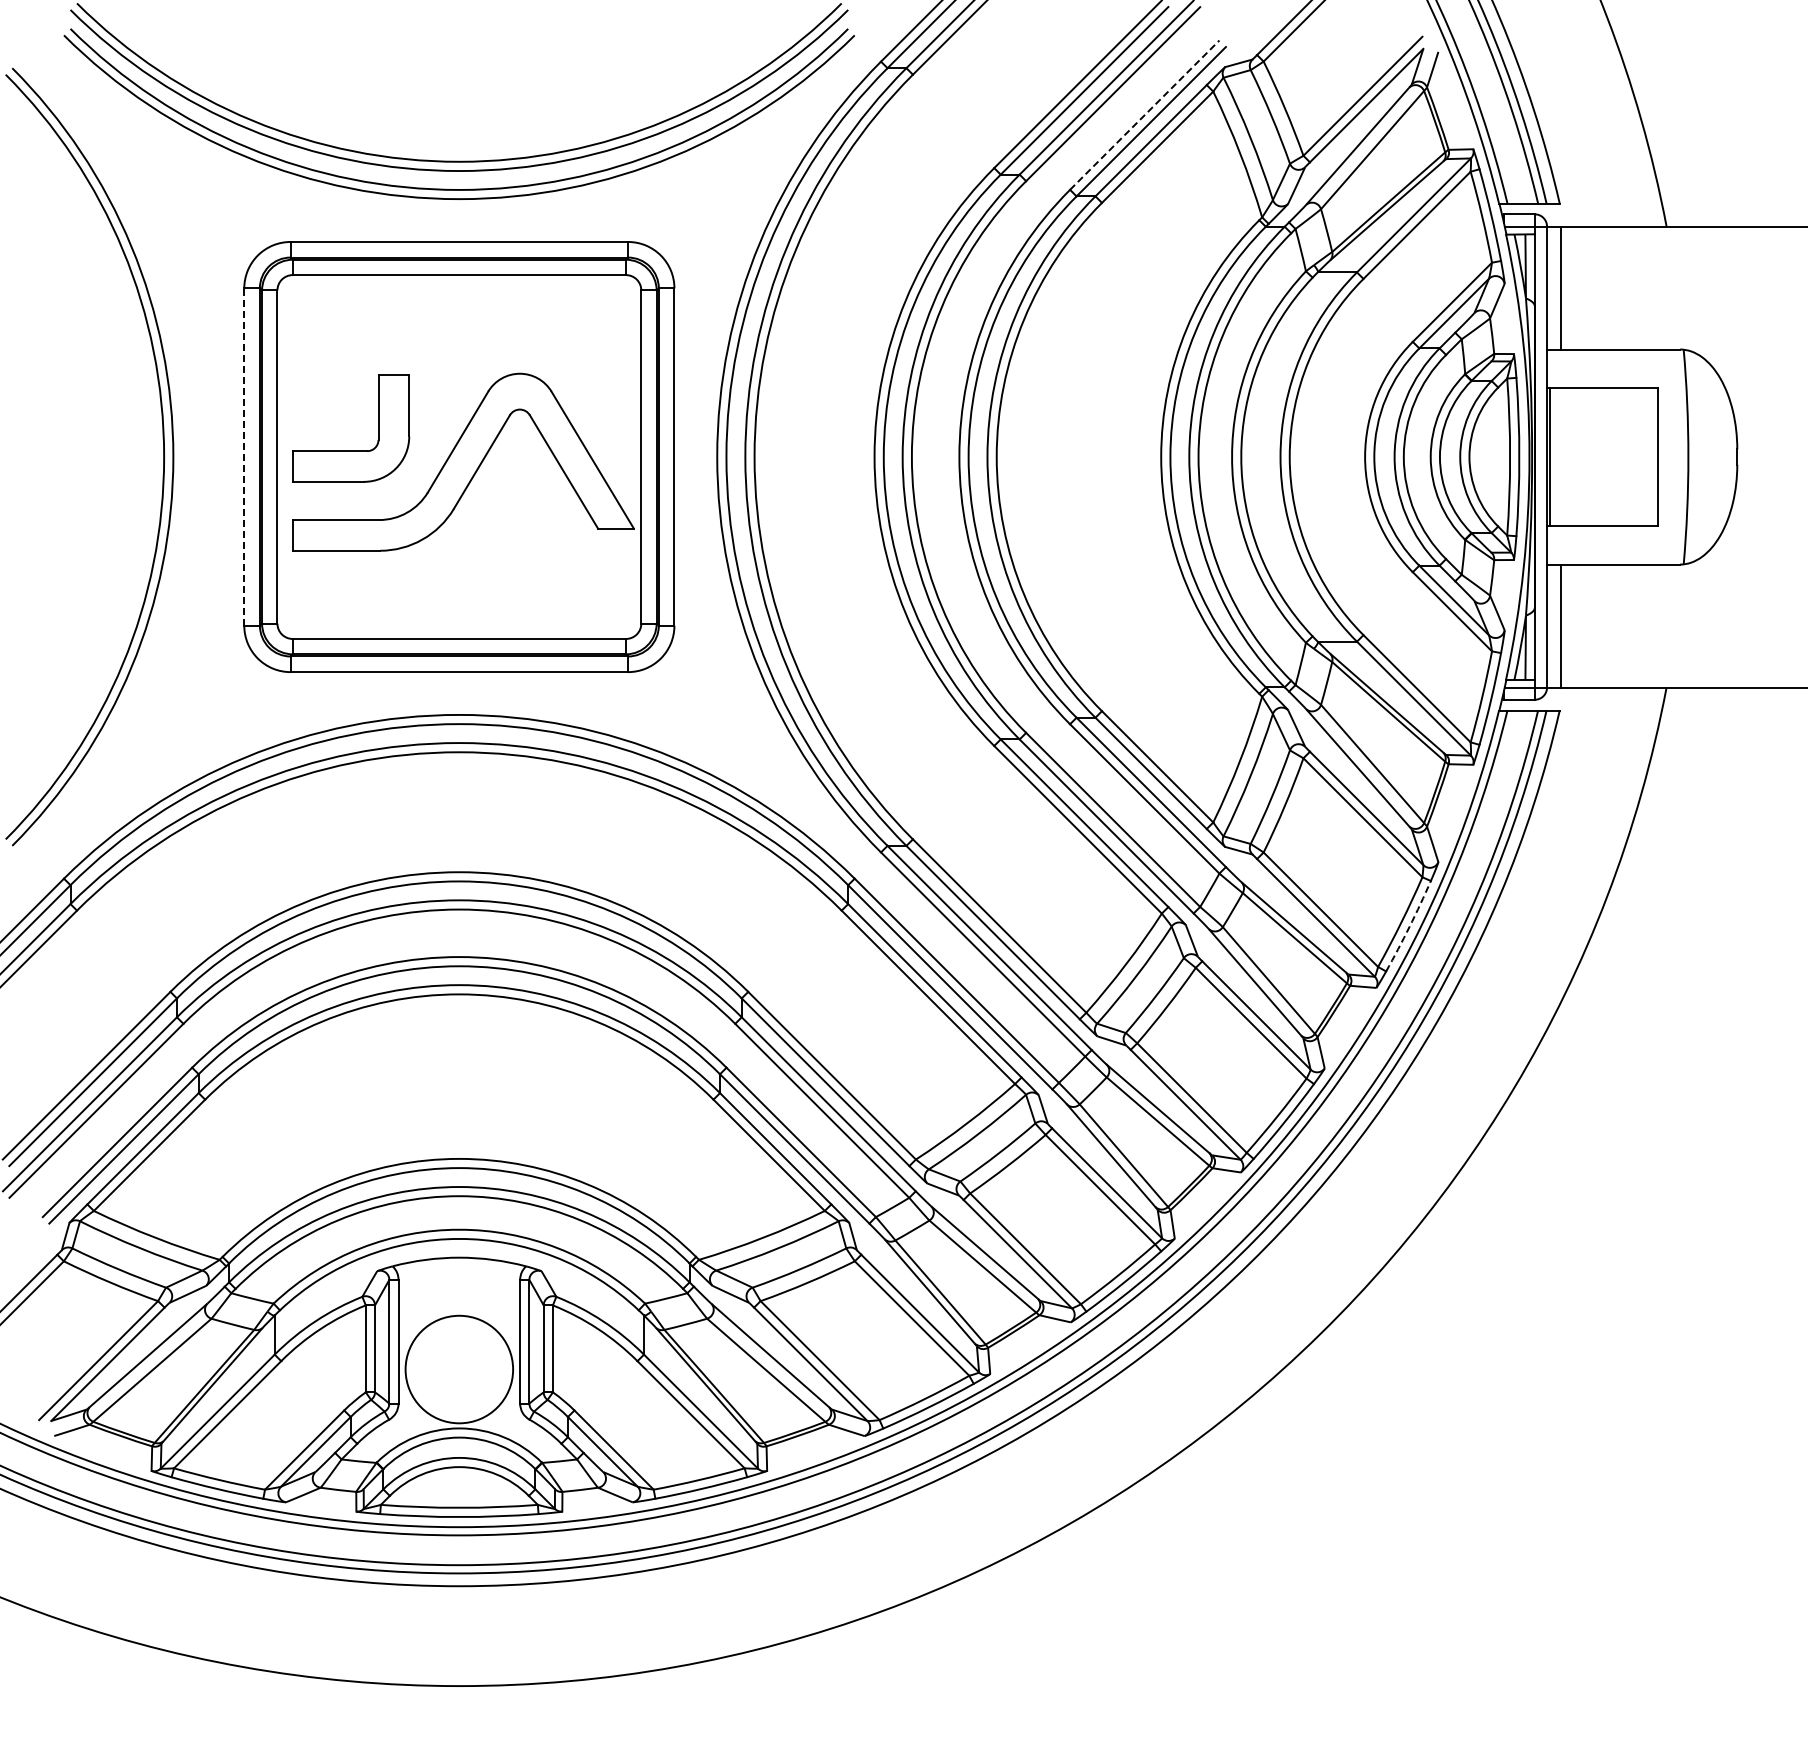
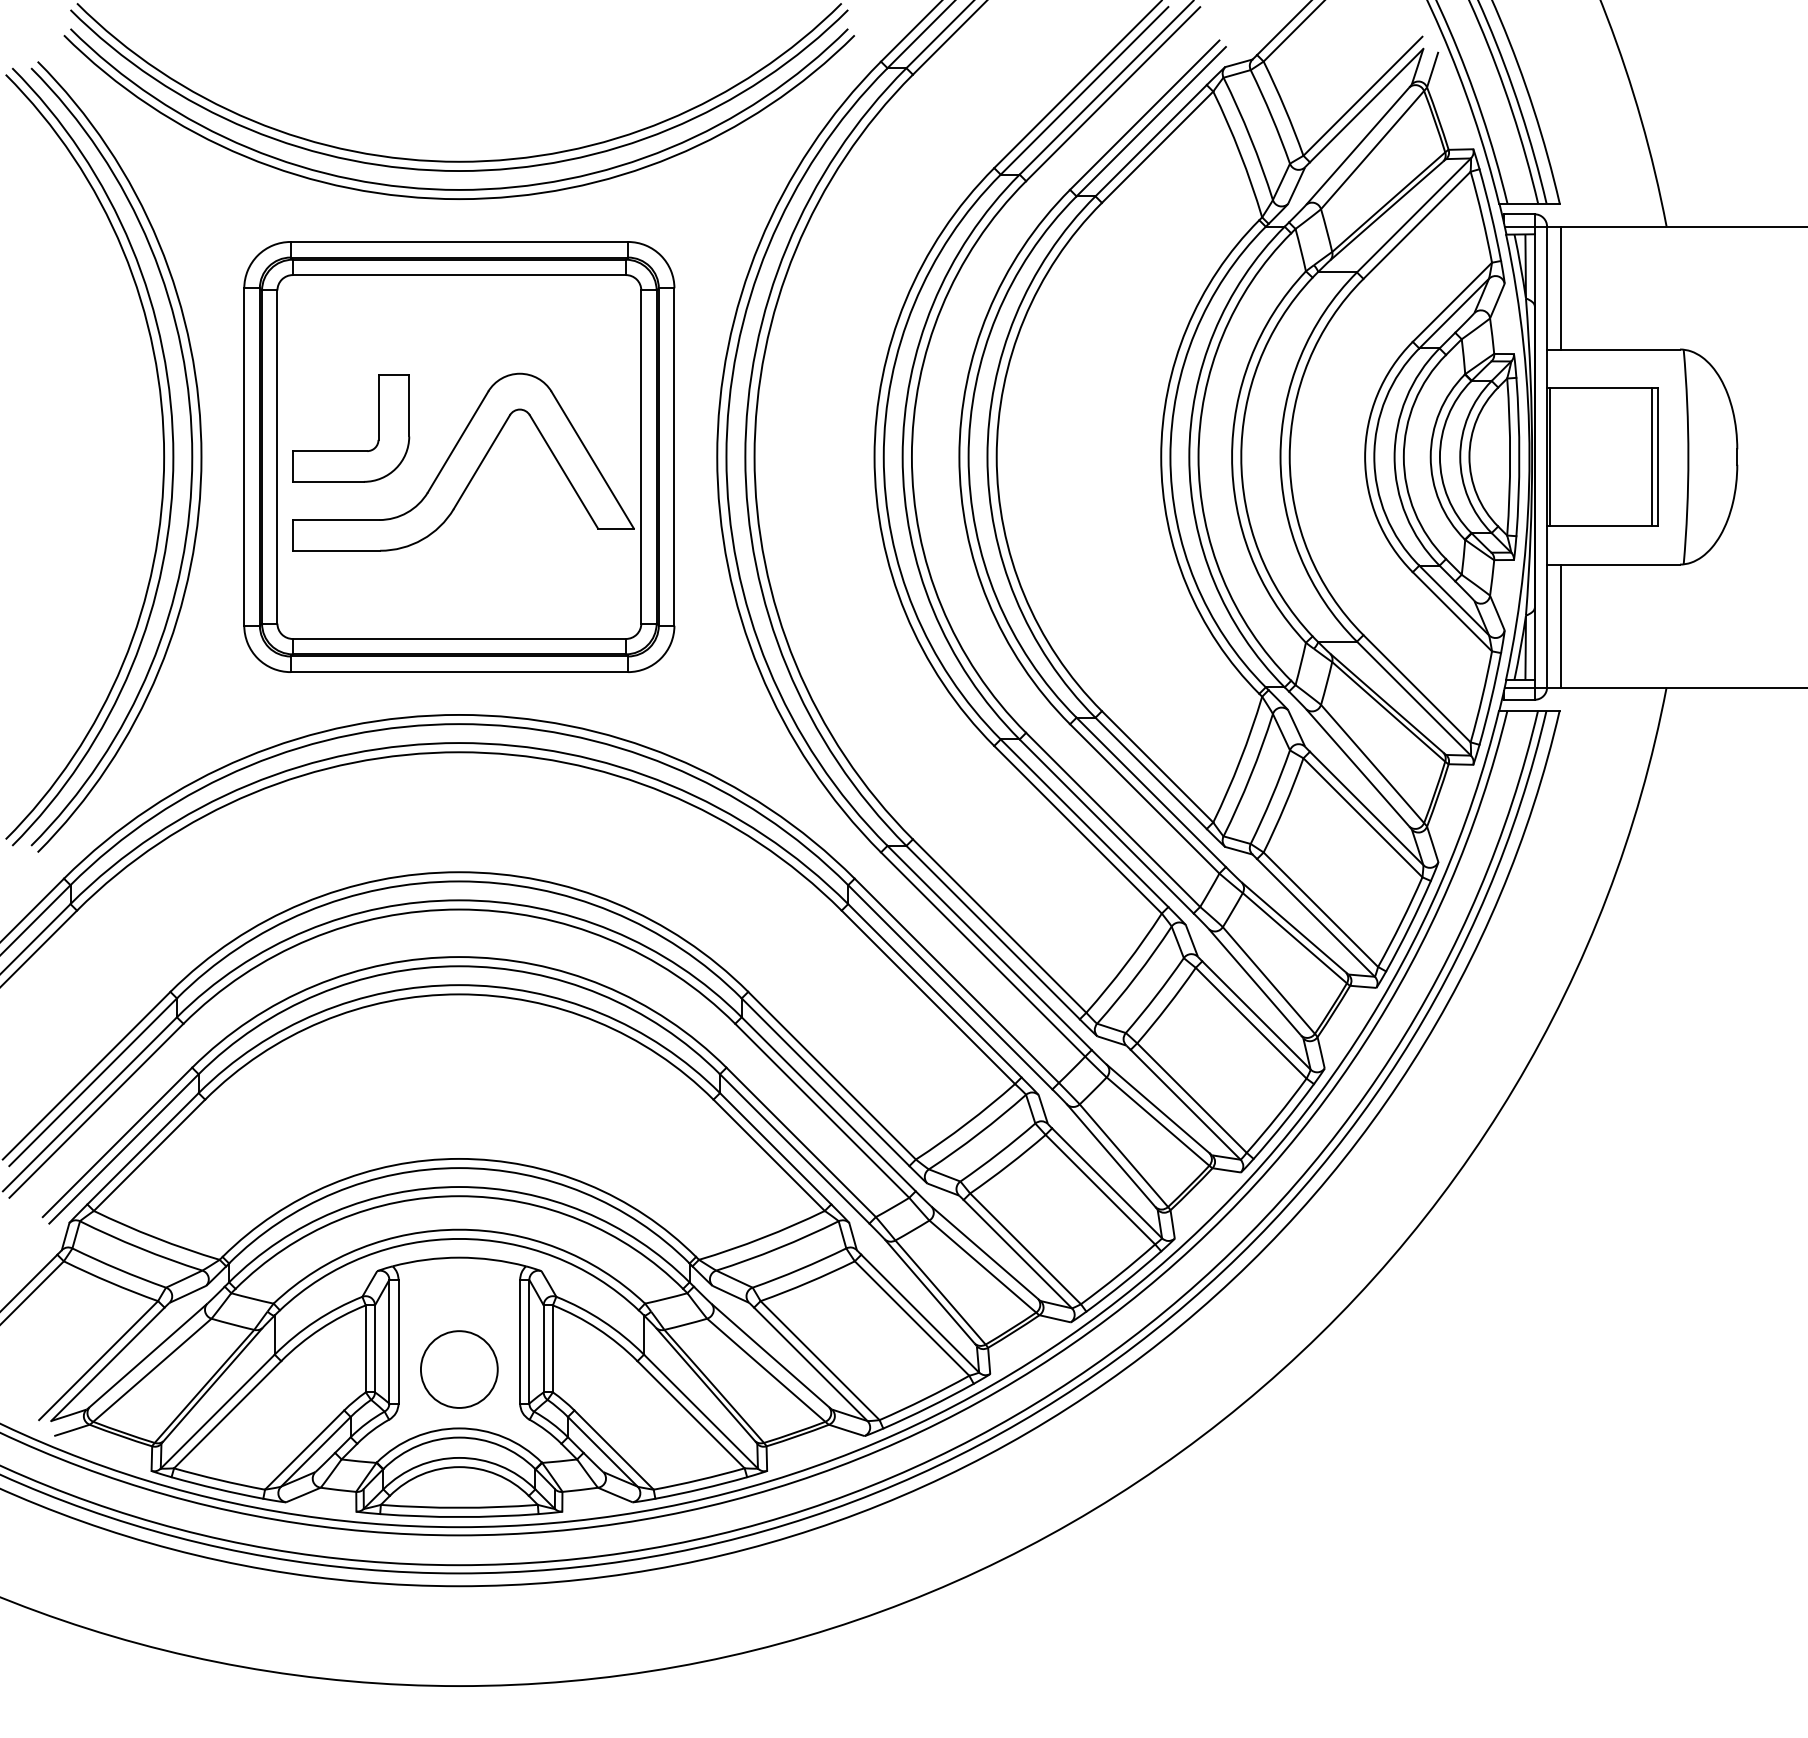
line at (1144, 115): dashed -> solid
part at (191, 456): none -> present
line at (1651, 456): none -> present
line at (244, 457): dashed -> solid
arc at (1409, 926): dashed -> solid
circle at (459, 1369) diameter: 108 px -> 77 px
